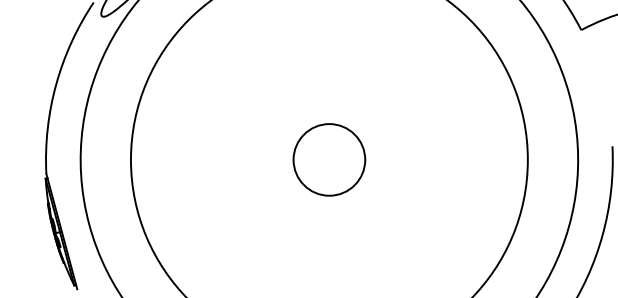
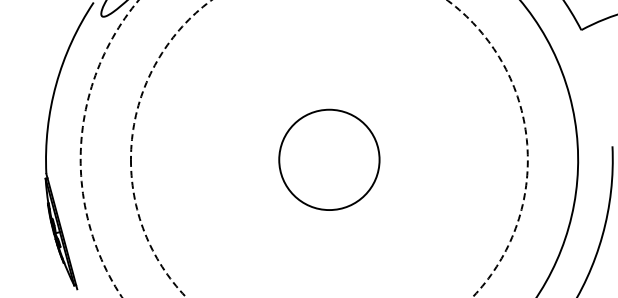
circle at (328, 148): solid -> dashed
arc at (80, 149): solid -> dashed
circle at (329, 159) diameter: 72 px -> 100 px
